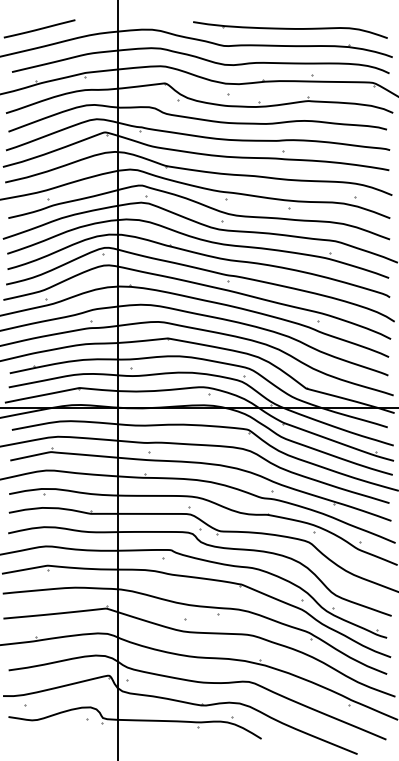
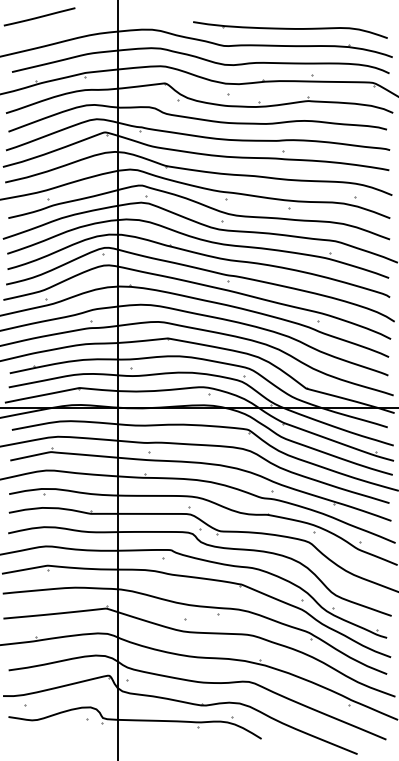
line at (39, 28) position: (39, 28) -> (39, 16)
